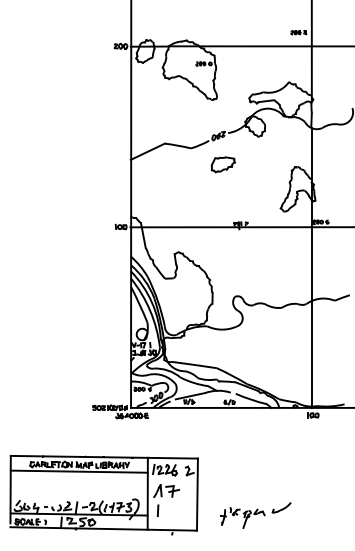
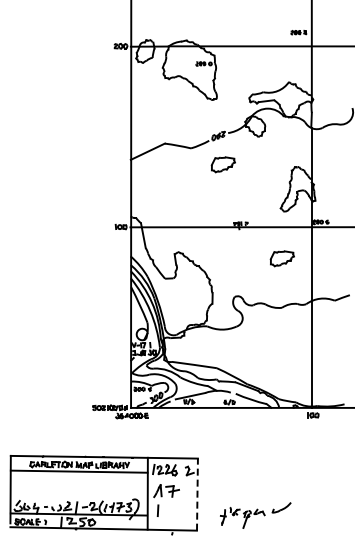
part at (281, 258): none -> present
line at (197, 494): solid -> dashed
